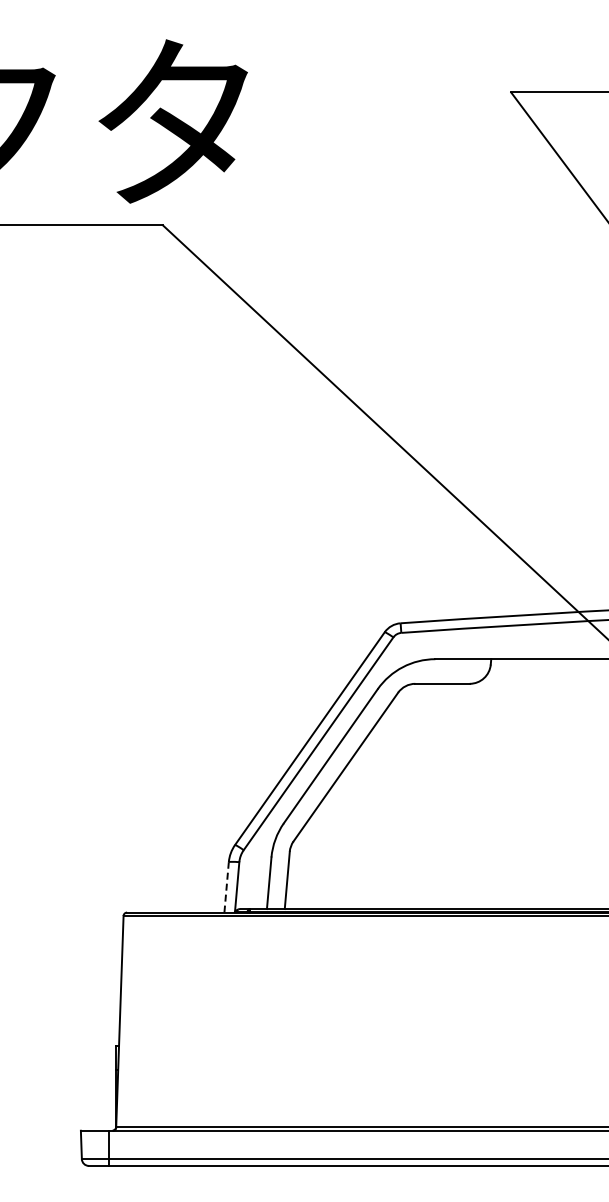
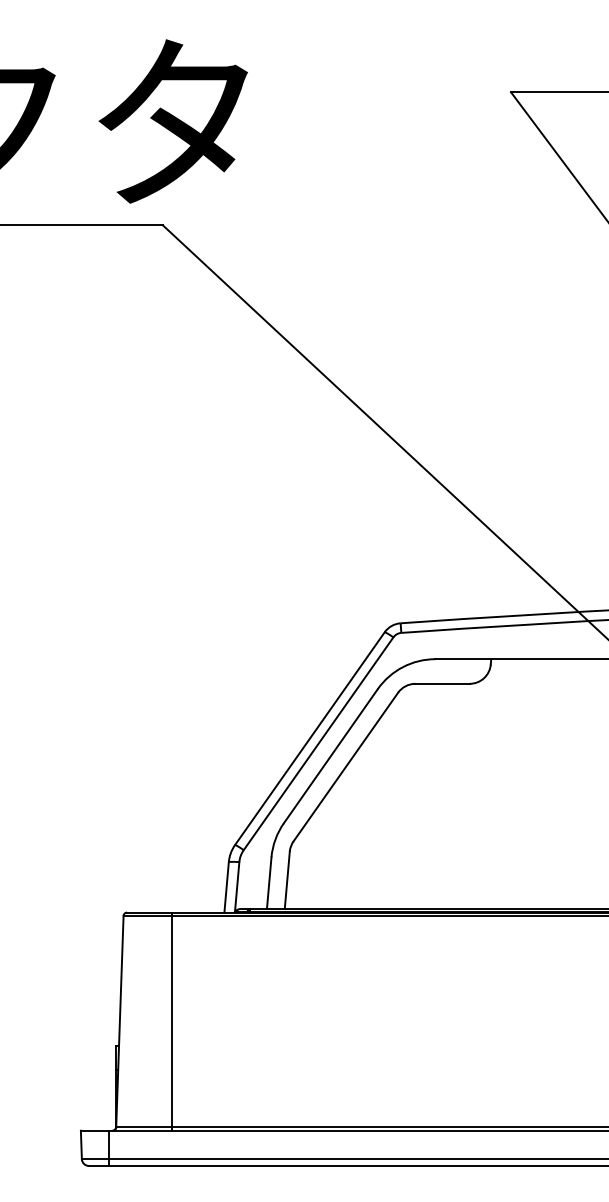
line at (226, 886): dashed -> solid
line at (172, 1021): none -> present
